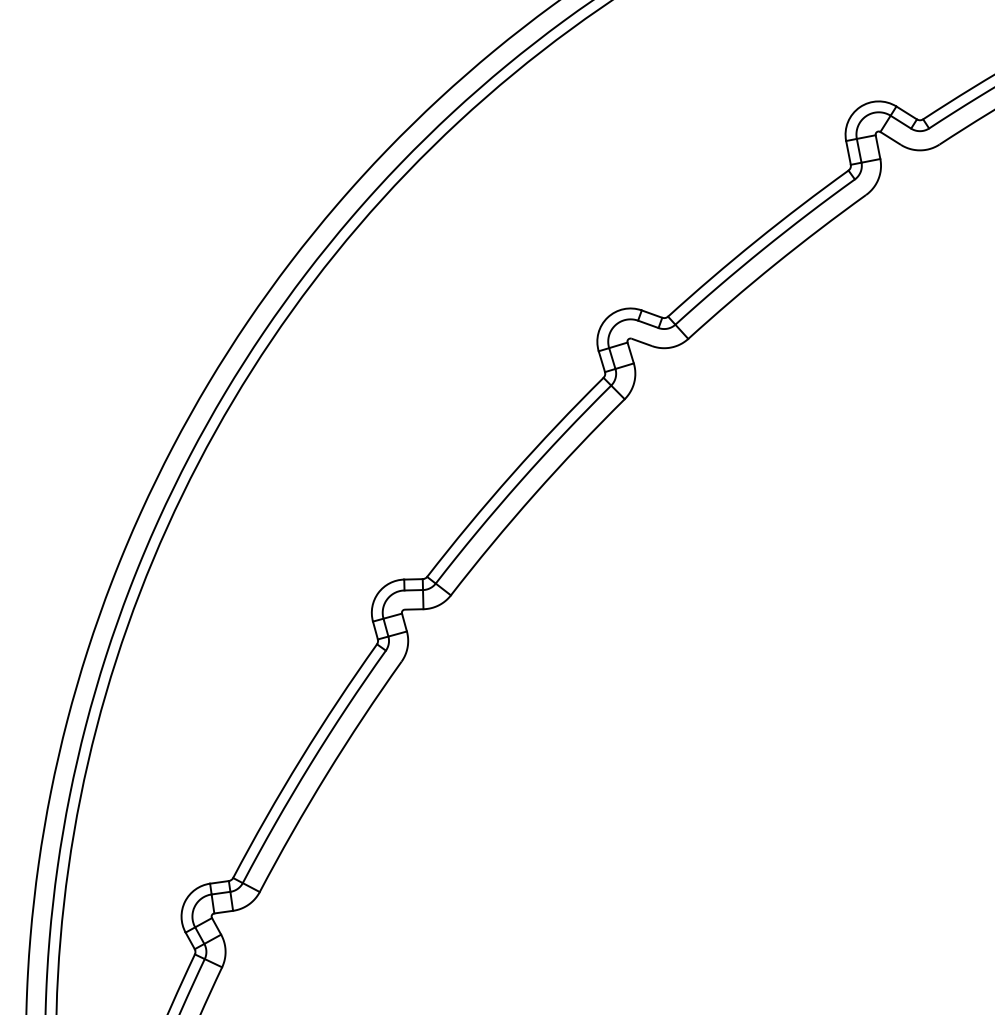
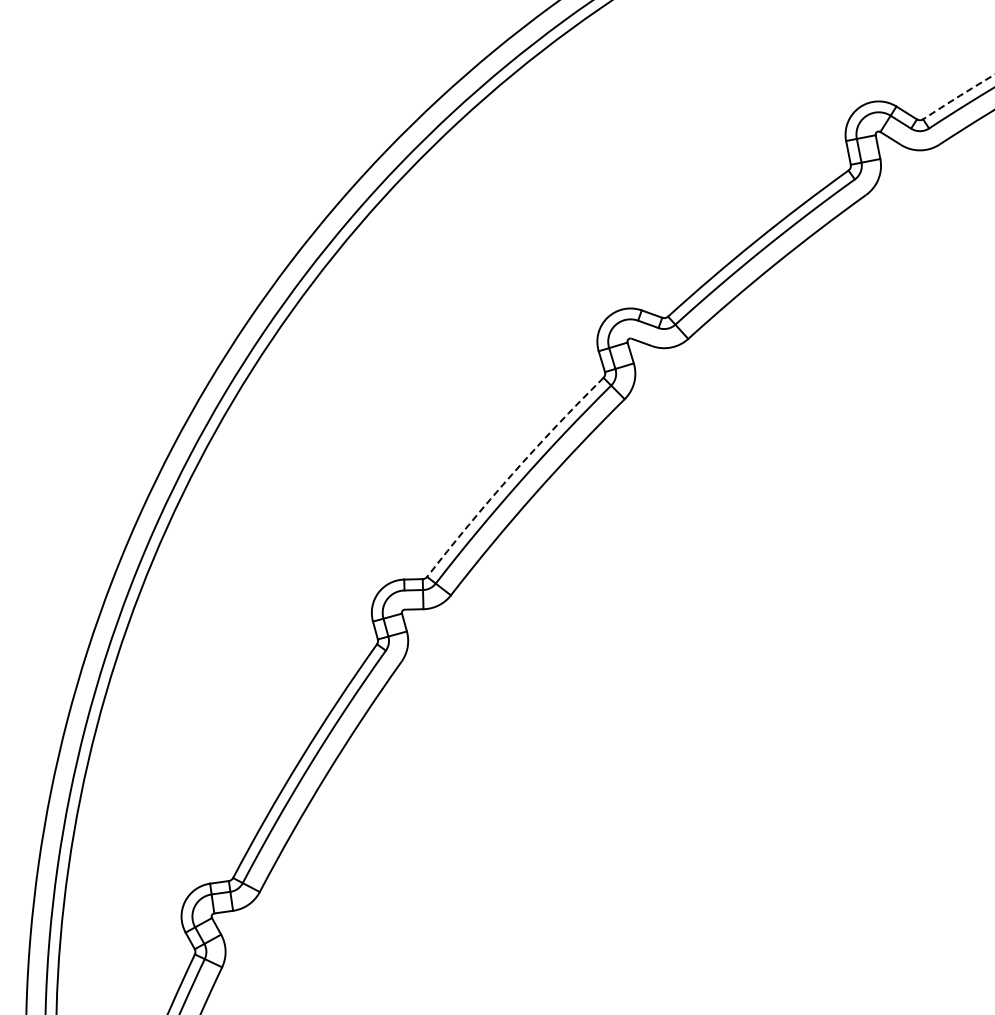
arc at (959, 96): solid -> dashed
arc at (512, 474): solid -> dashed
